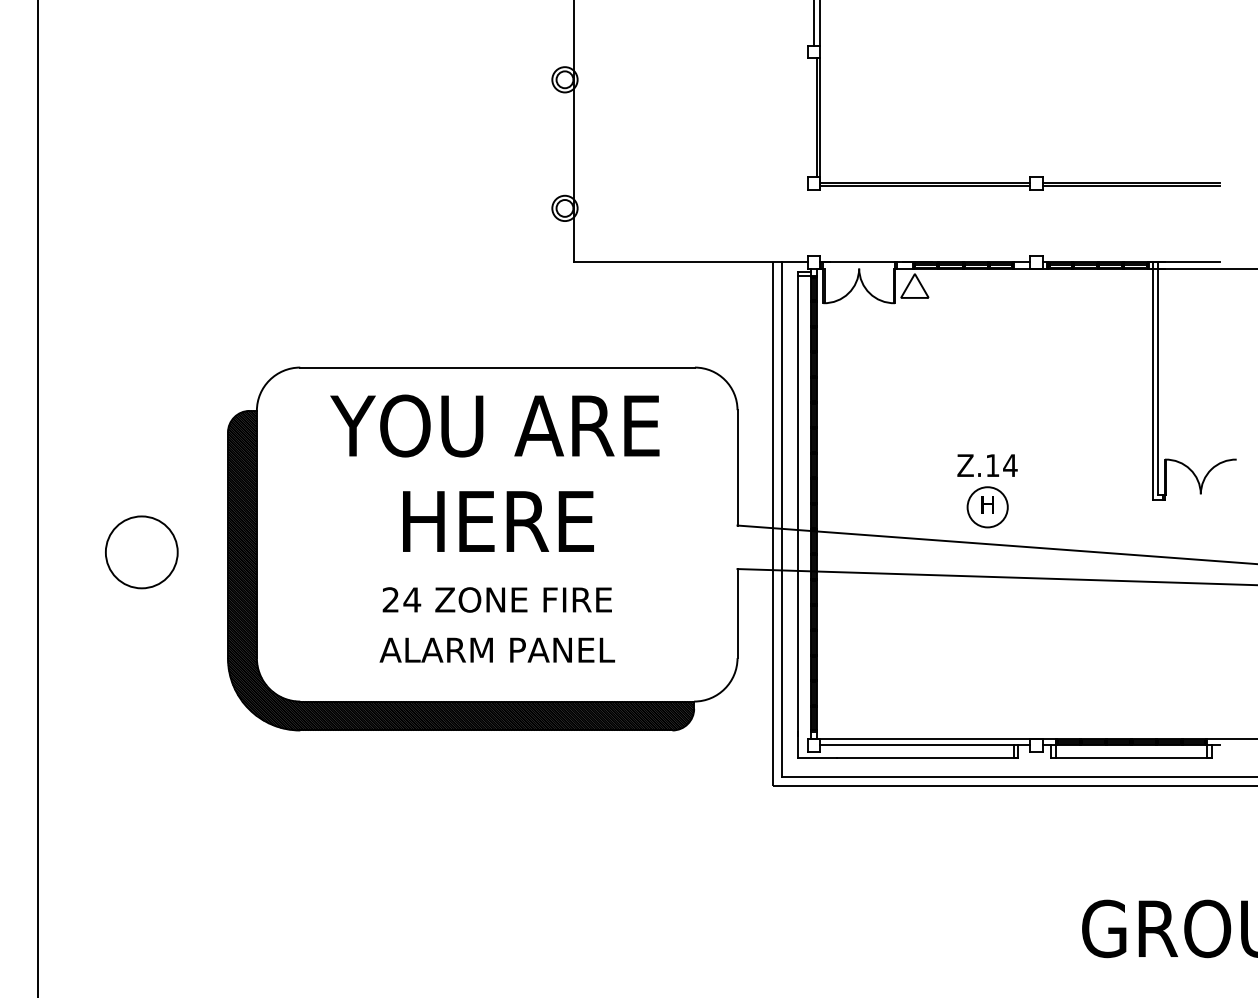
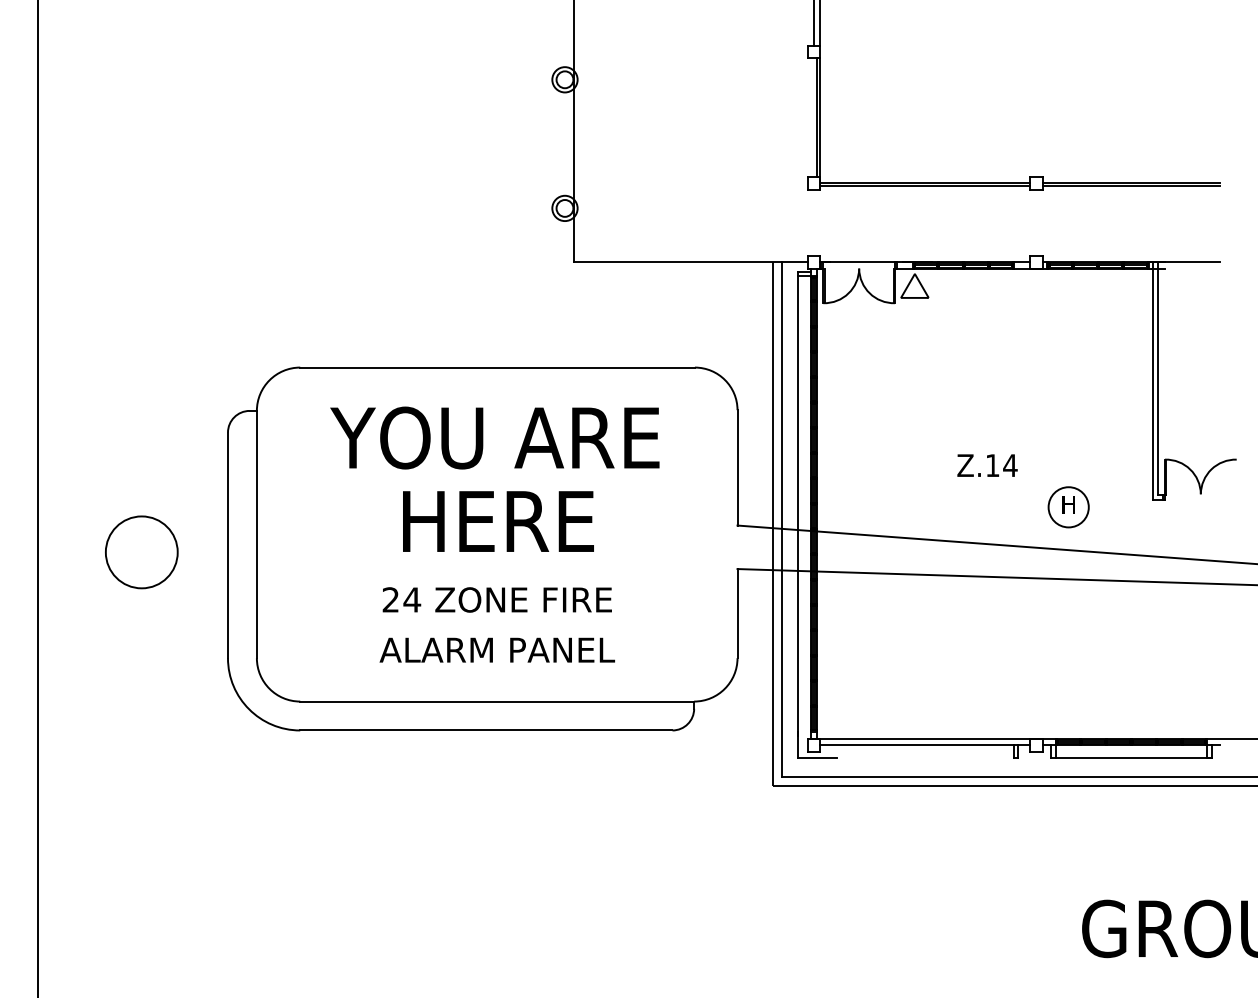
line at (1205, 268): present -> none
text at (494, 425) position: (494, 425) -> (494, 437)
part at (987, 507) position: (987, 507) -> (1068, 507)
hatch at (460, 570): present -> none
line at (926, 757): present -> none
